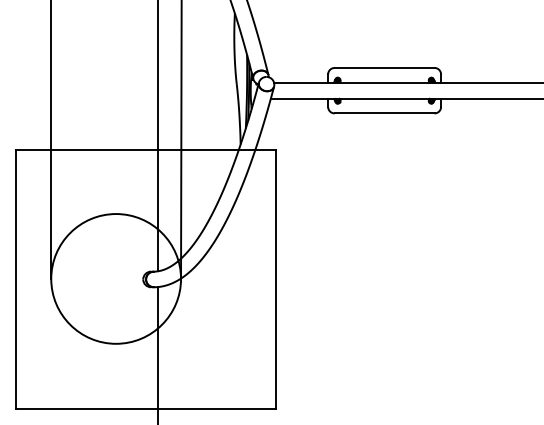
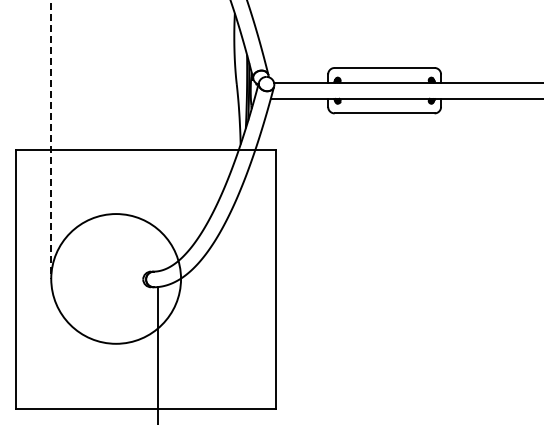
line at (158, 136): present -> none
line at (51, 140): solid -> dashed
line at (181, 140): present -> none
